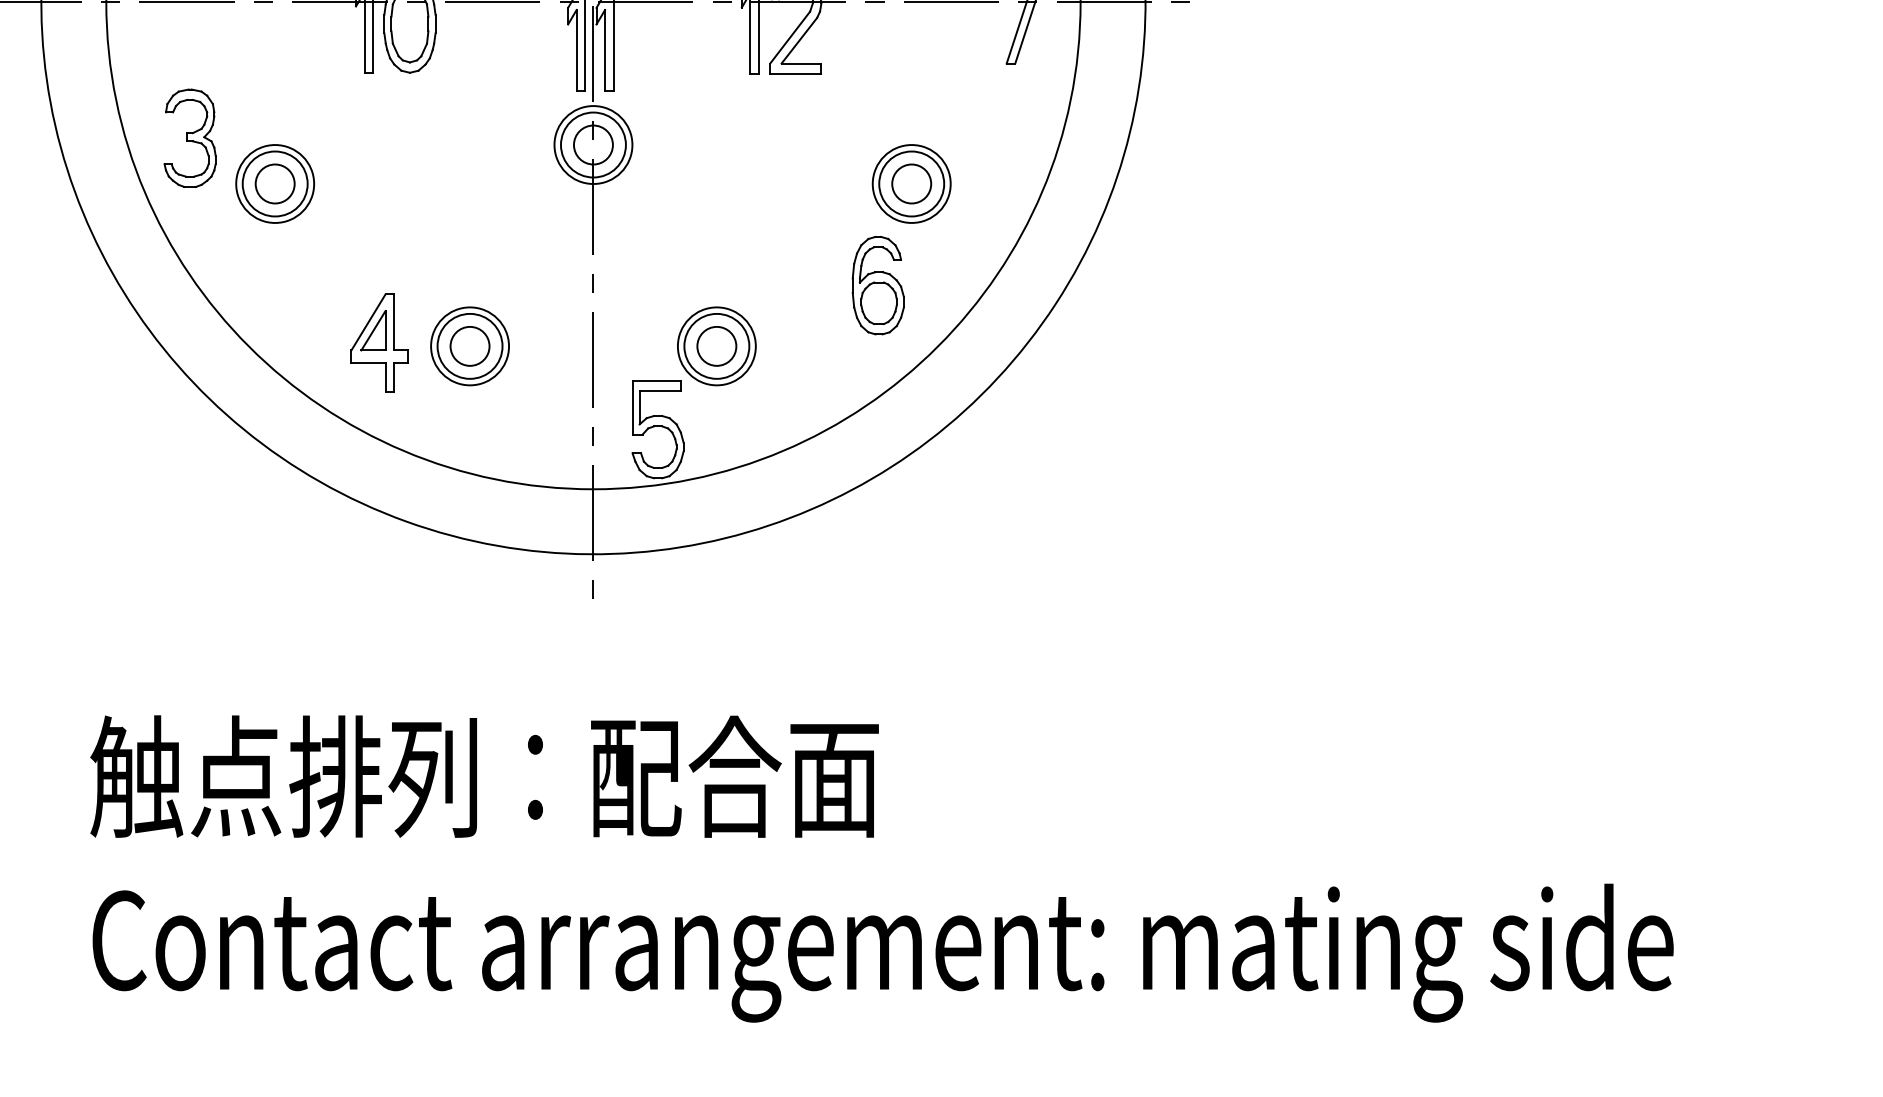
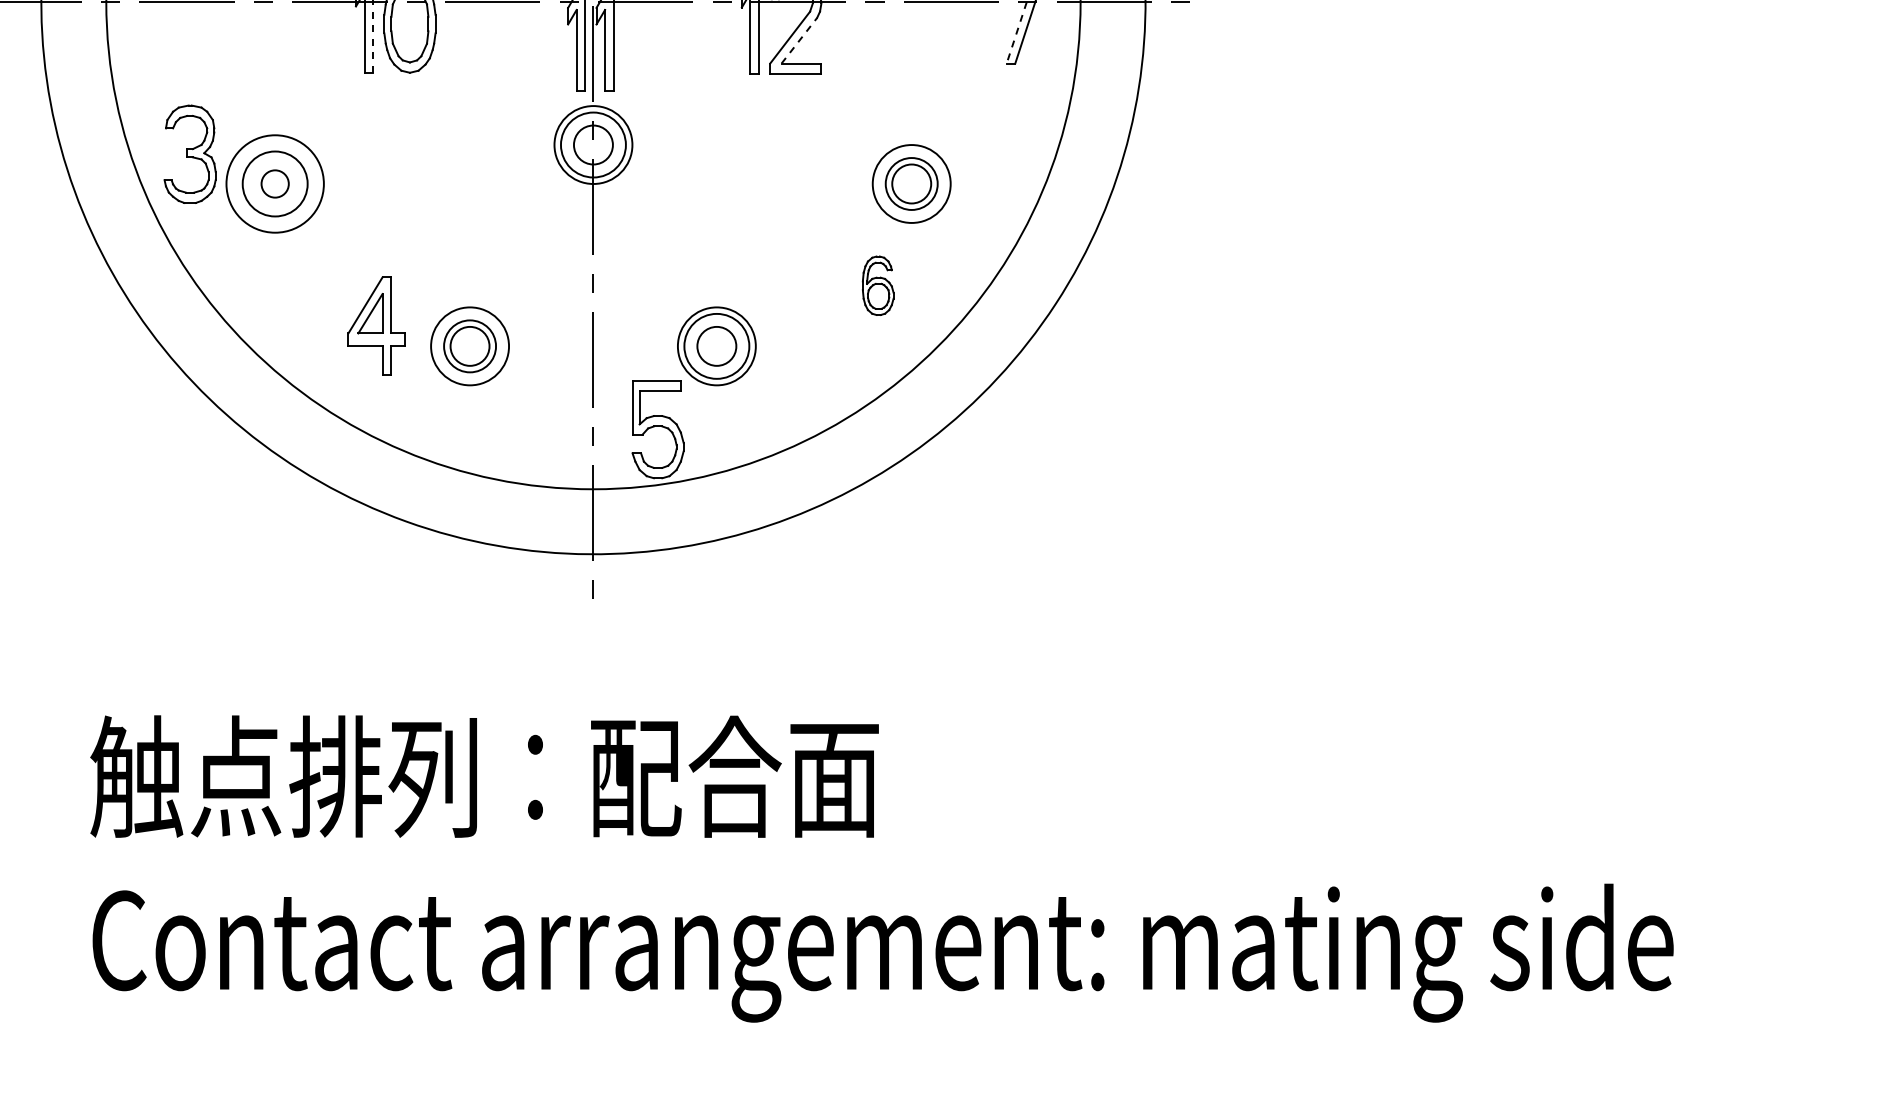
line at (1016, 32): solid -> dashed
line at (373, 36): solid -> dashed
line at (799, 40): solid -> dashed
part at (189, 137) position: (189, 137) -> (189, 153)
circle at (274, 183) diameter: 39 px -> 27 px
circle at (275, 183) diameter: 78 px -> 97 px
circle at (911, 183) diameter: 65 px -> 52 px
part at (877, 285) size: 54x100 px -> 33x61 px
part at (379, 342) position: (379, 342) -> (376, 325)
circle at (469, 345) diameter: 65 px -> 52 px
